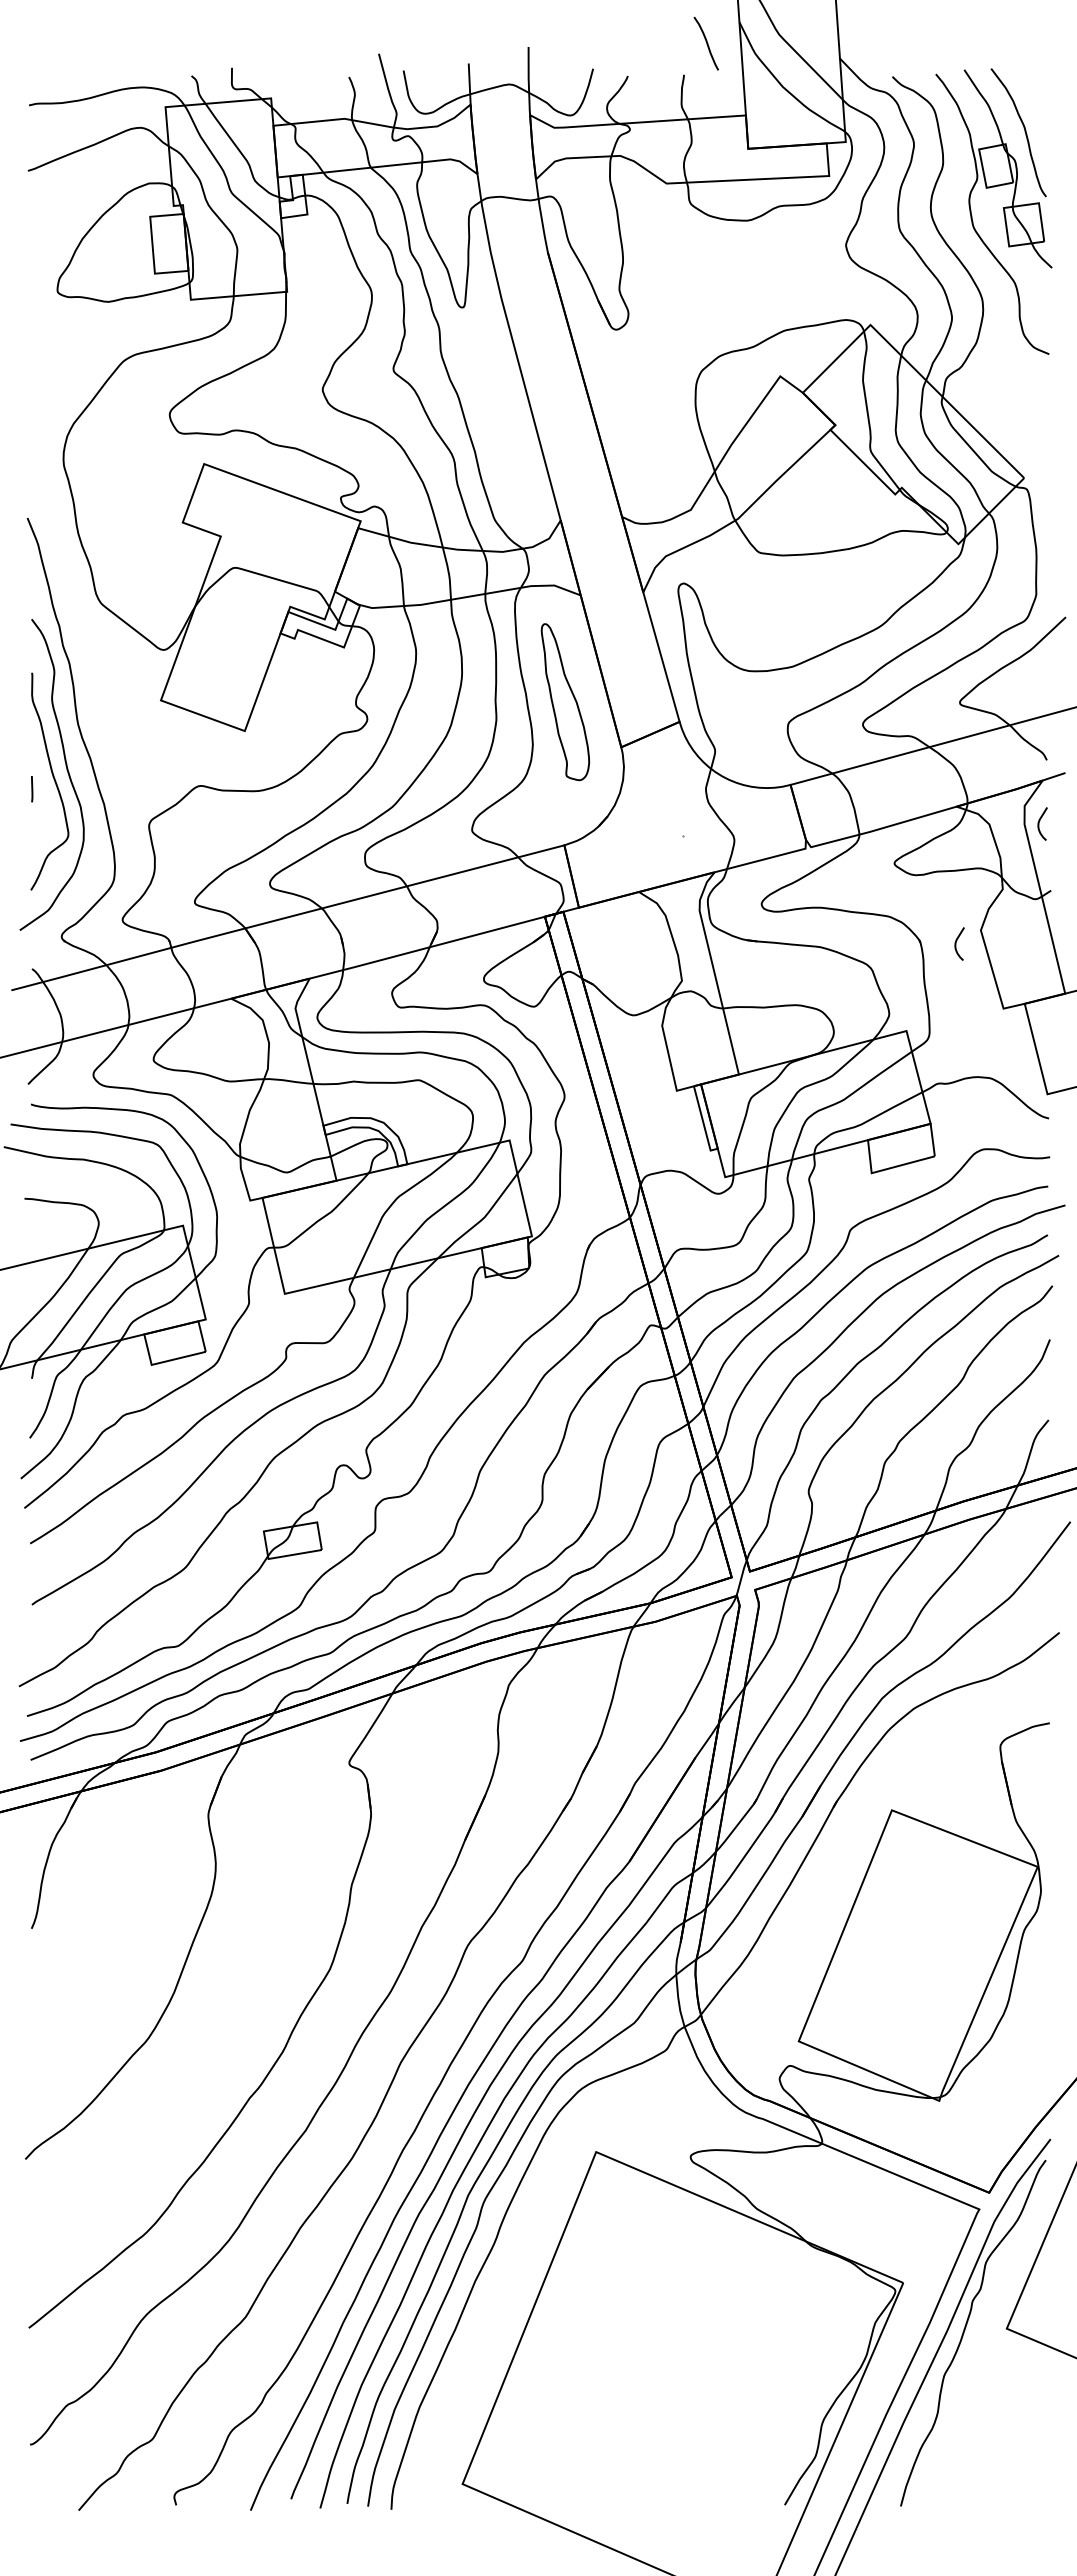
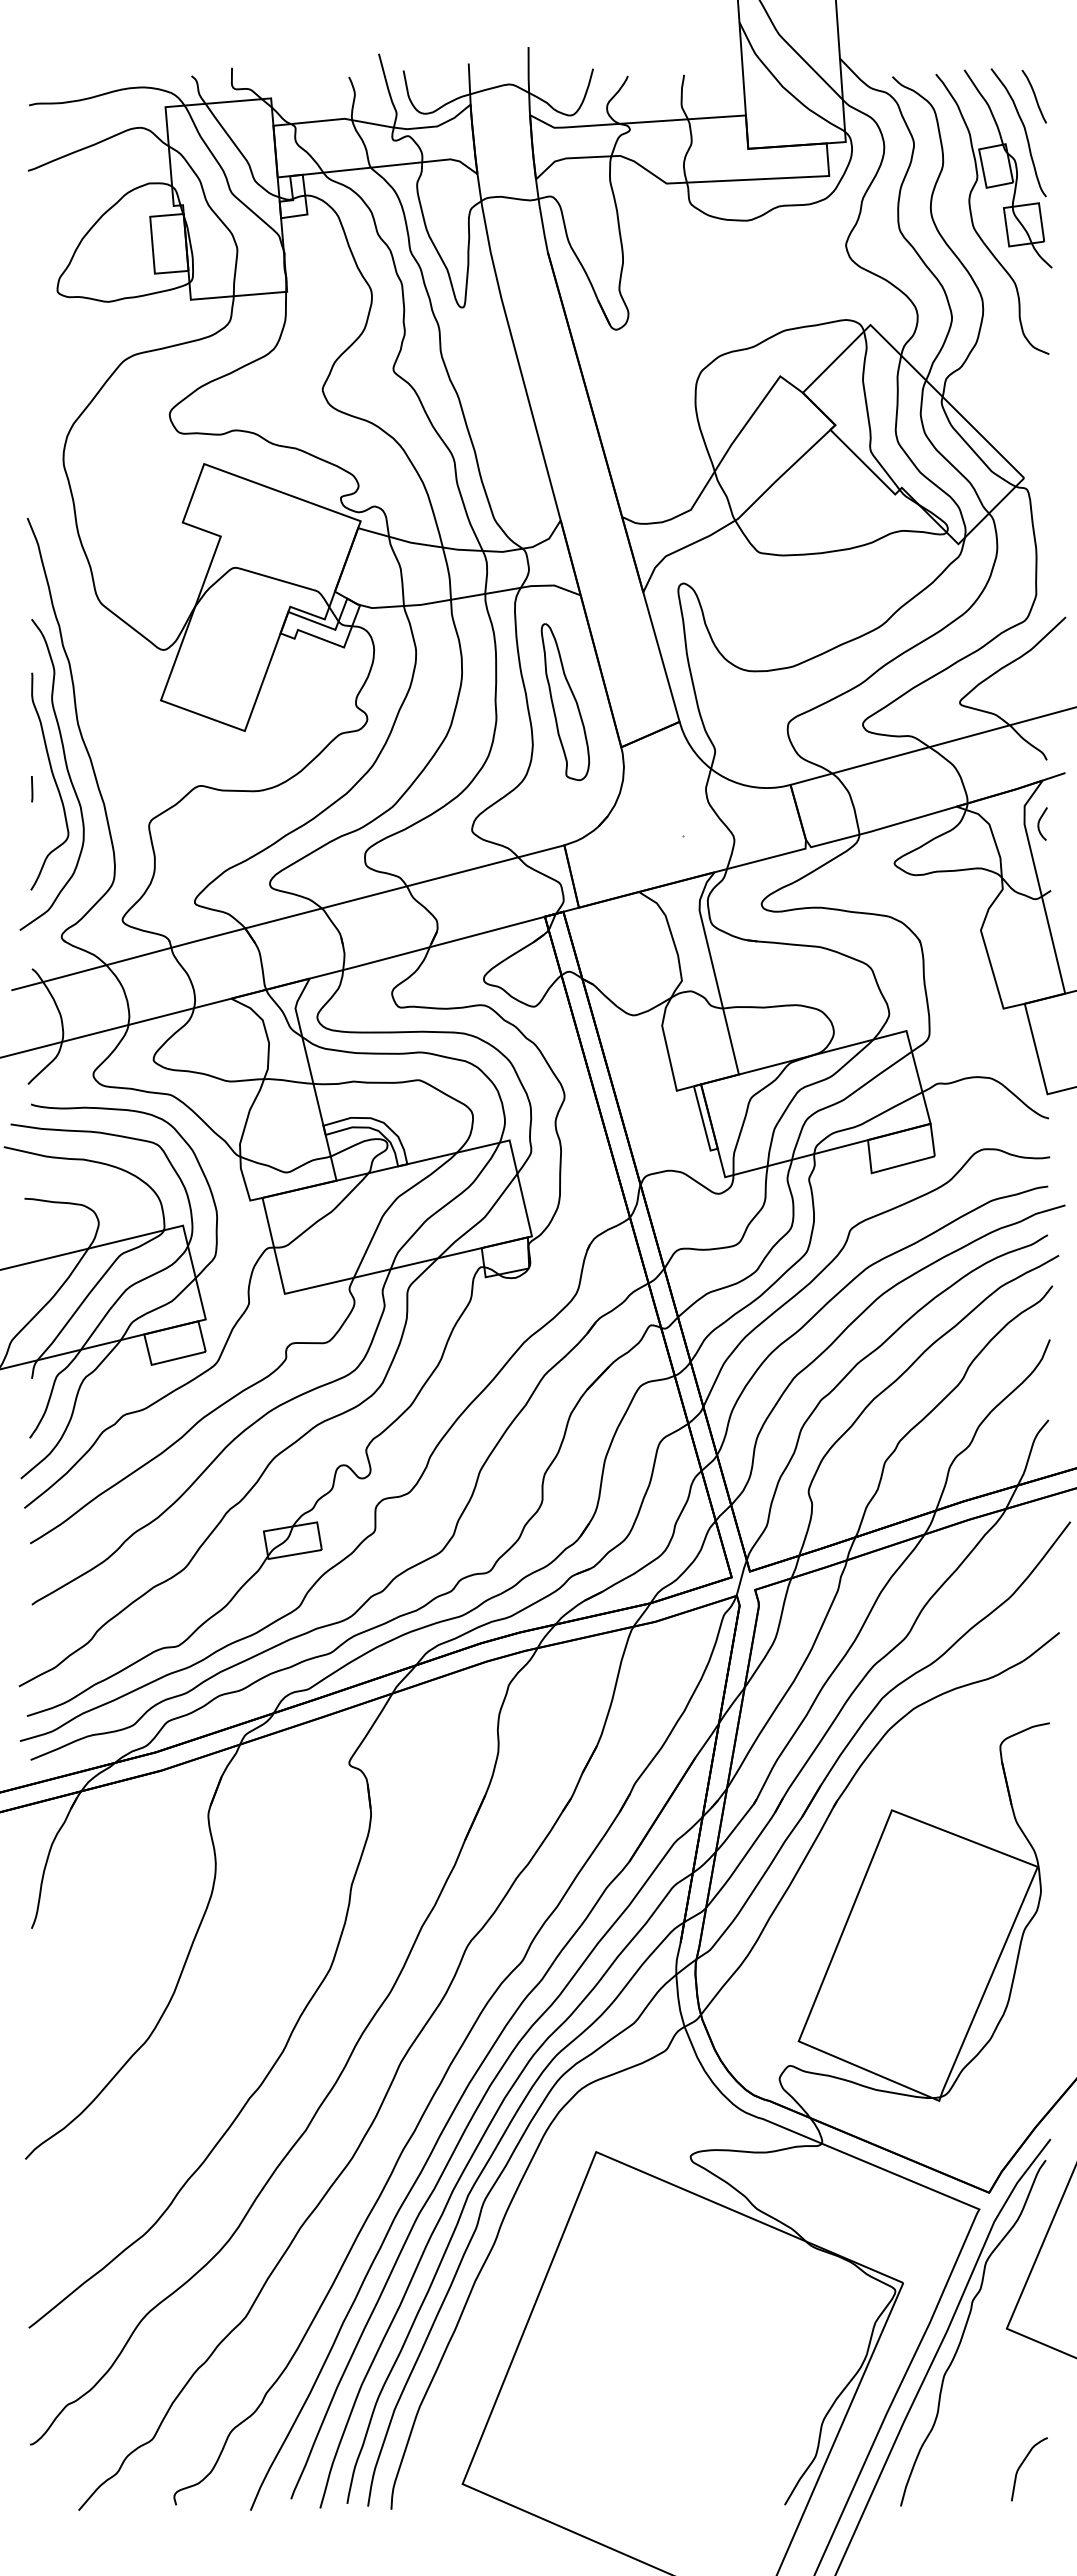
curve at (706, 43) position: (706, 43) -> (1034, 96)
curve at (957, 941): present -> none
curve at (1023, 2463): none -> present
